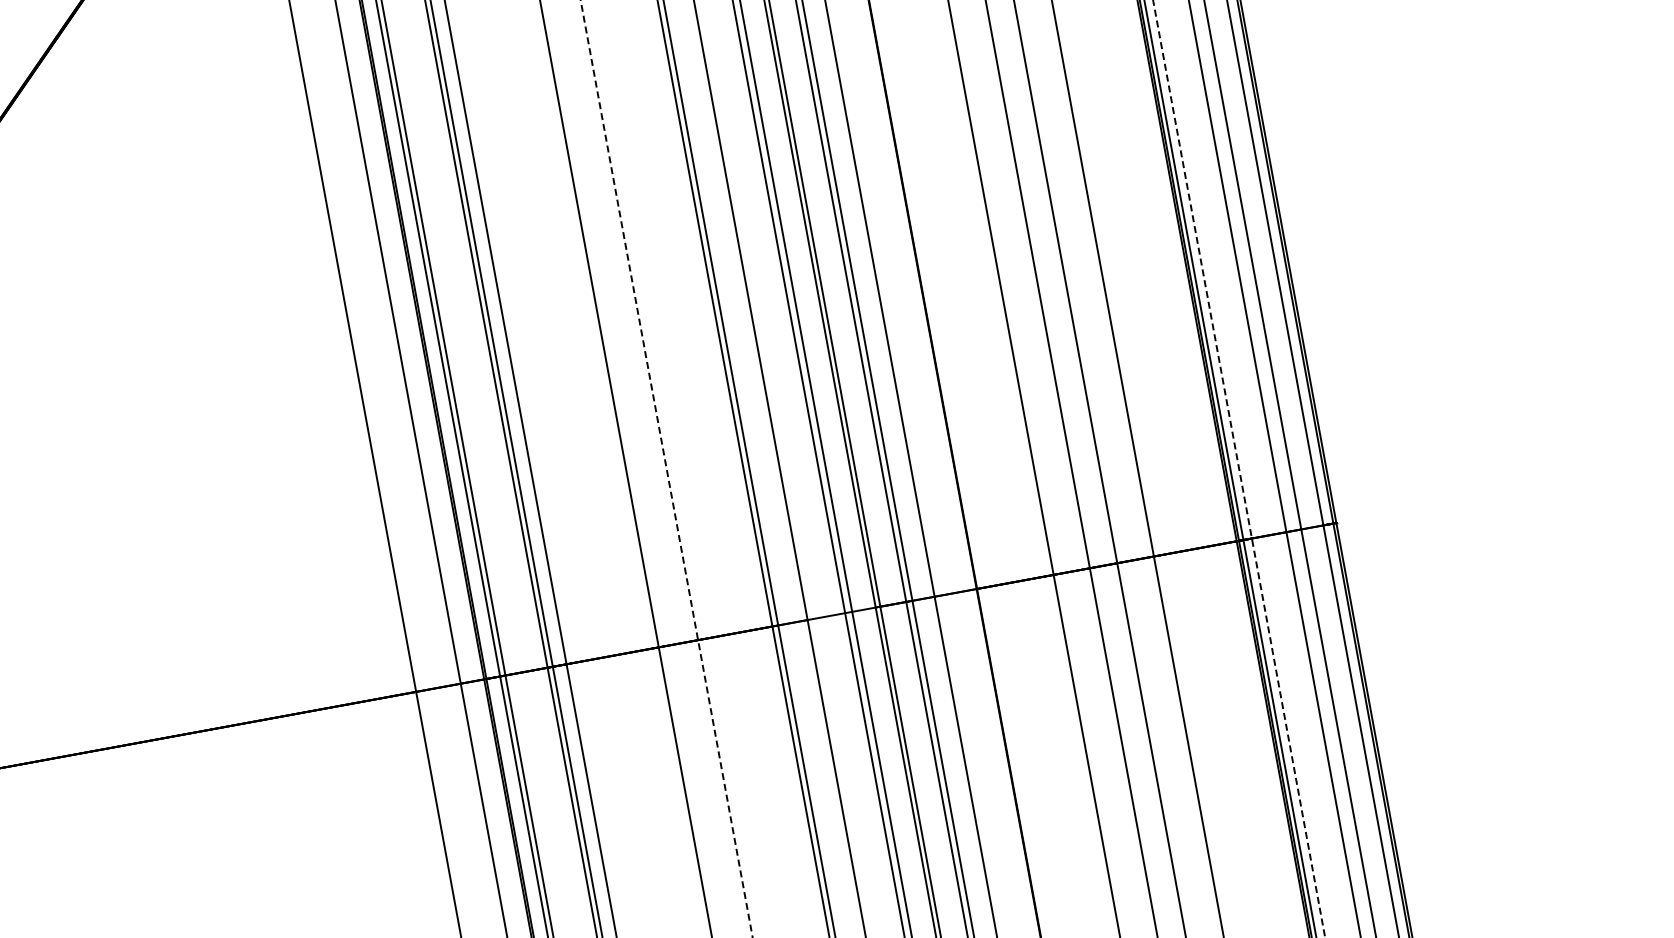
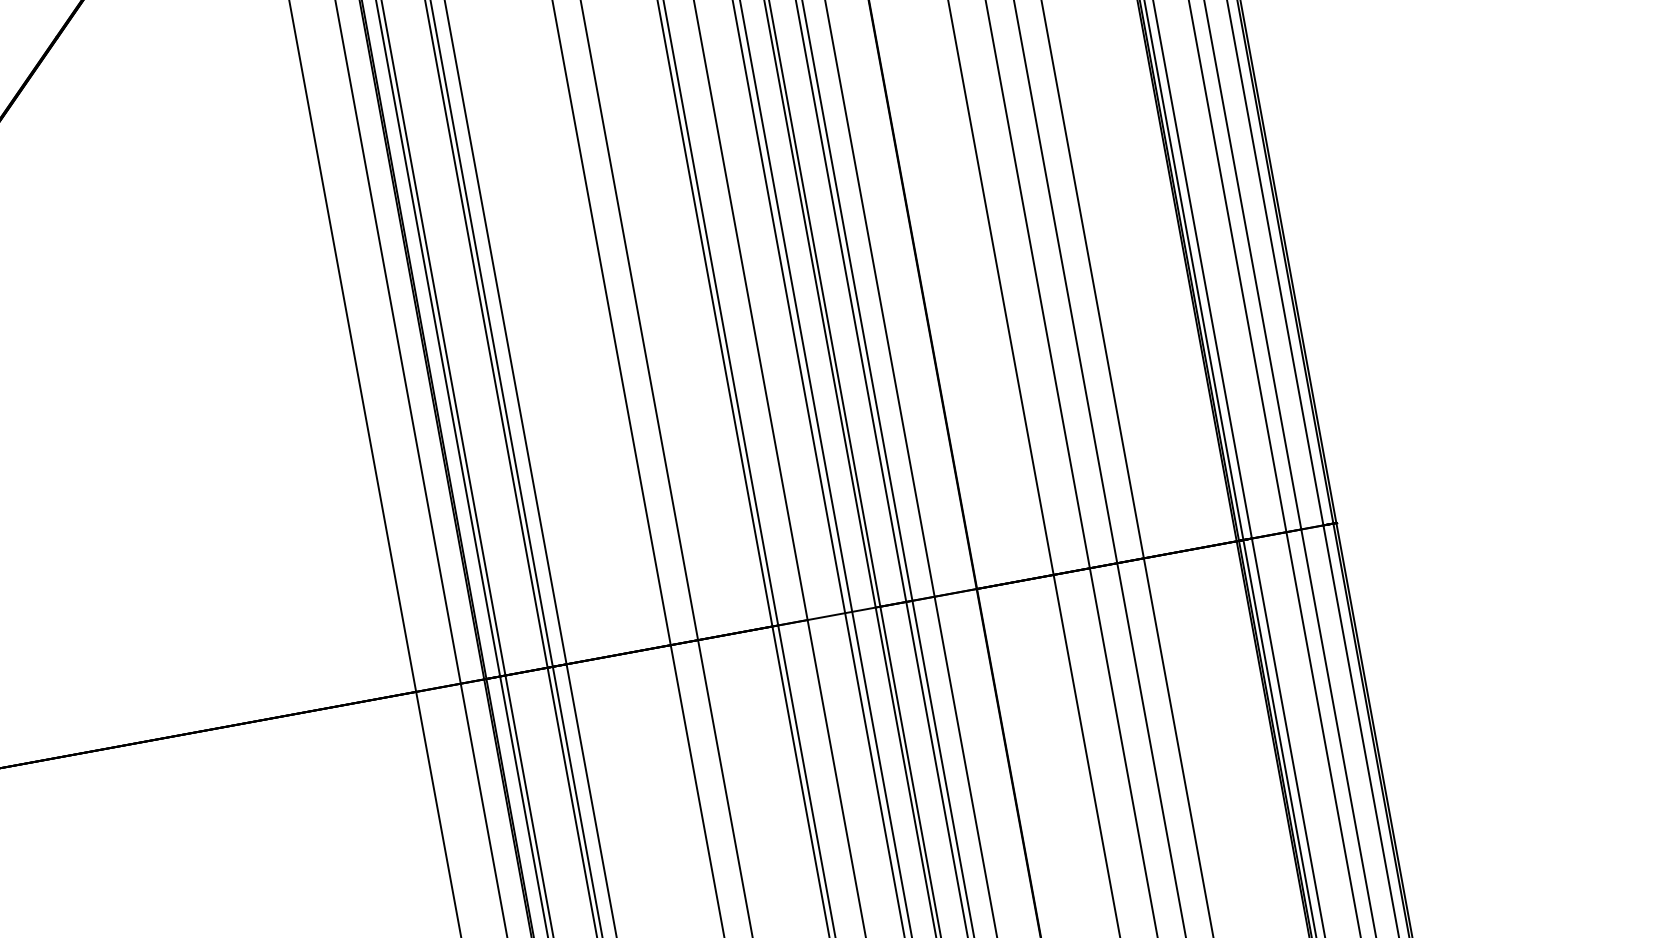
line at (625, 468) position: (625, 468) -> (637, 468)
line at (1137, 468) position: (1137, 468) -> (1126, 468)
line at (1239, 468): dashed -> solid
line at (666, 469): dashed -> solid
